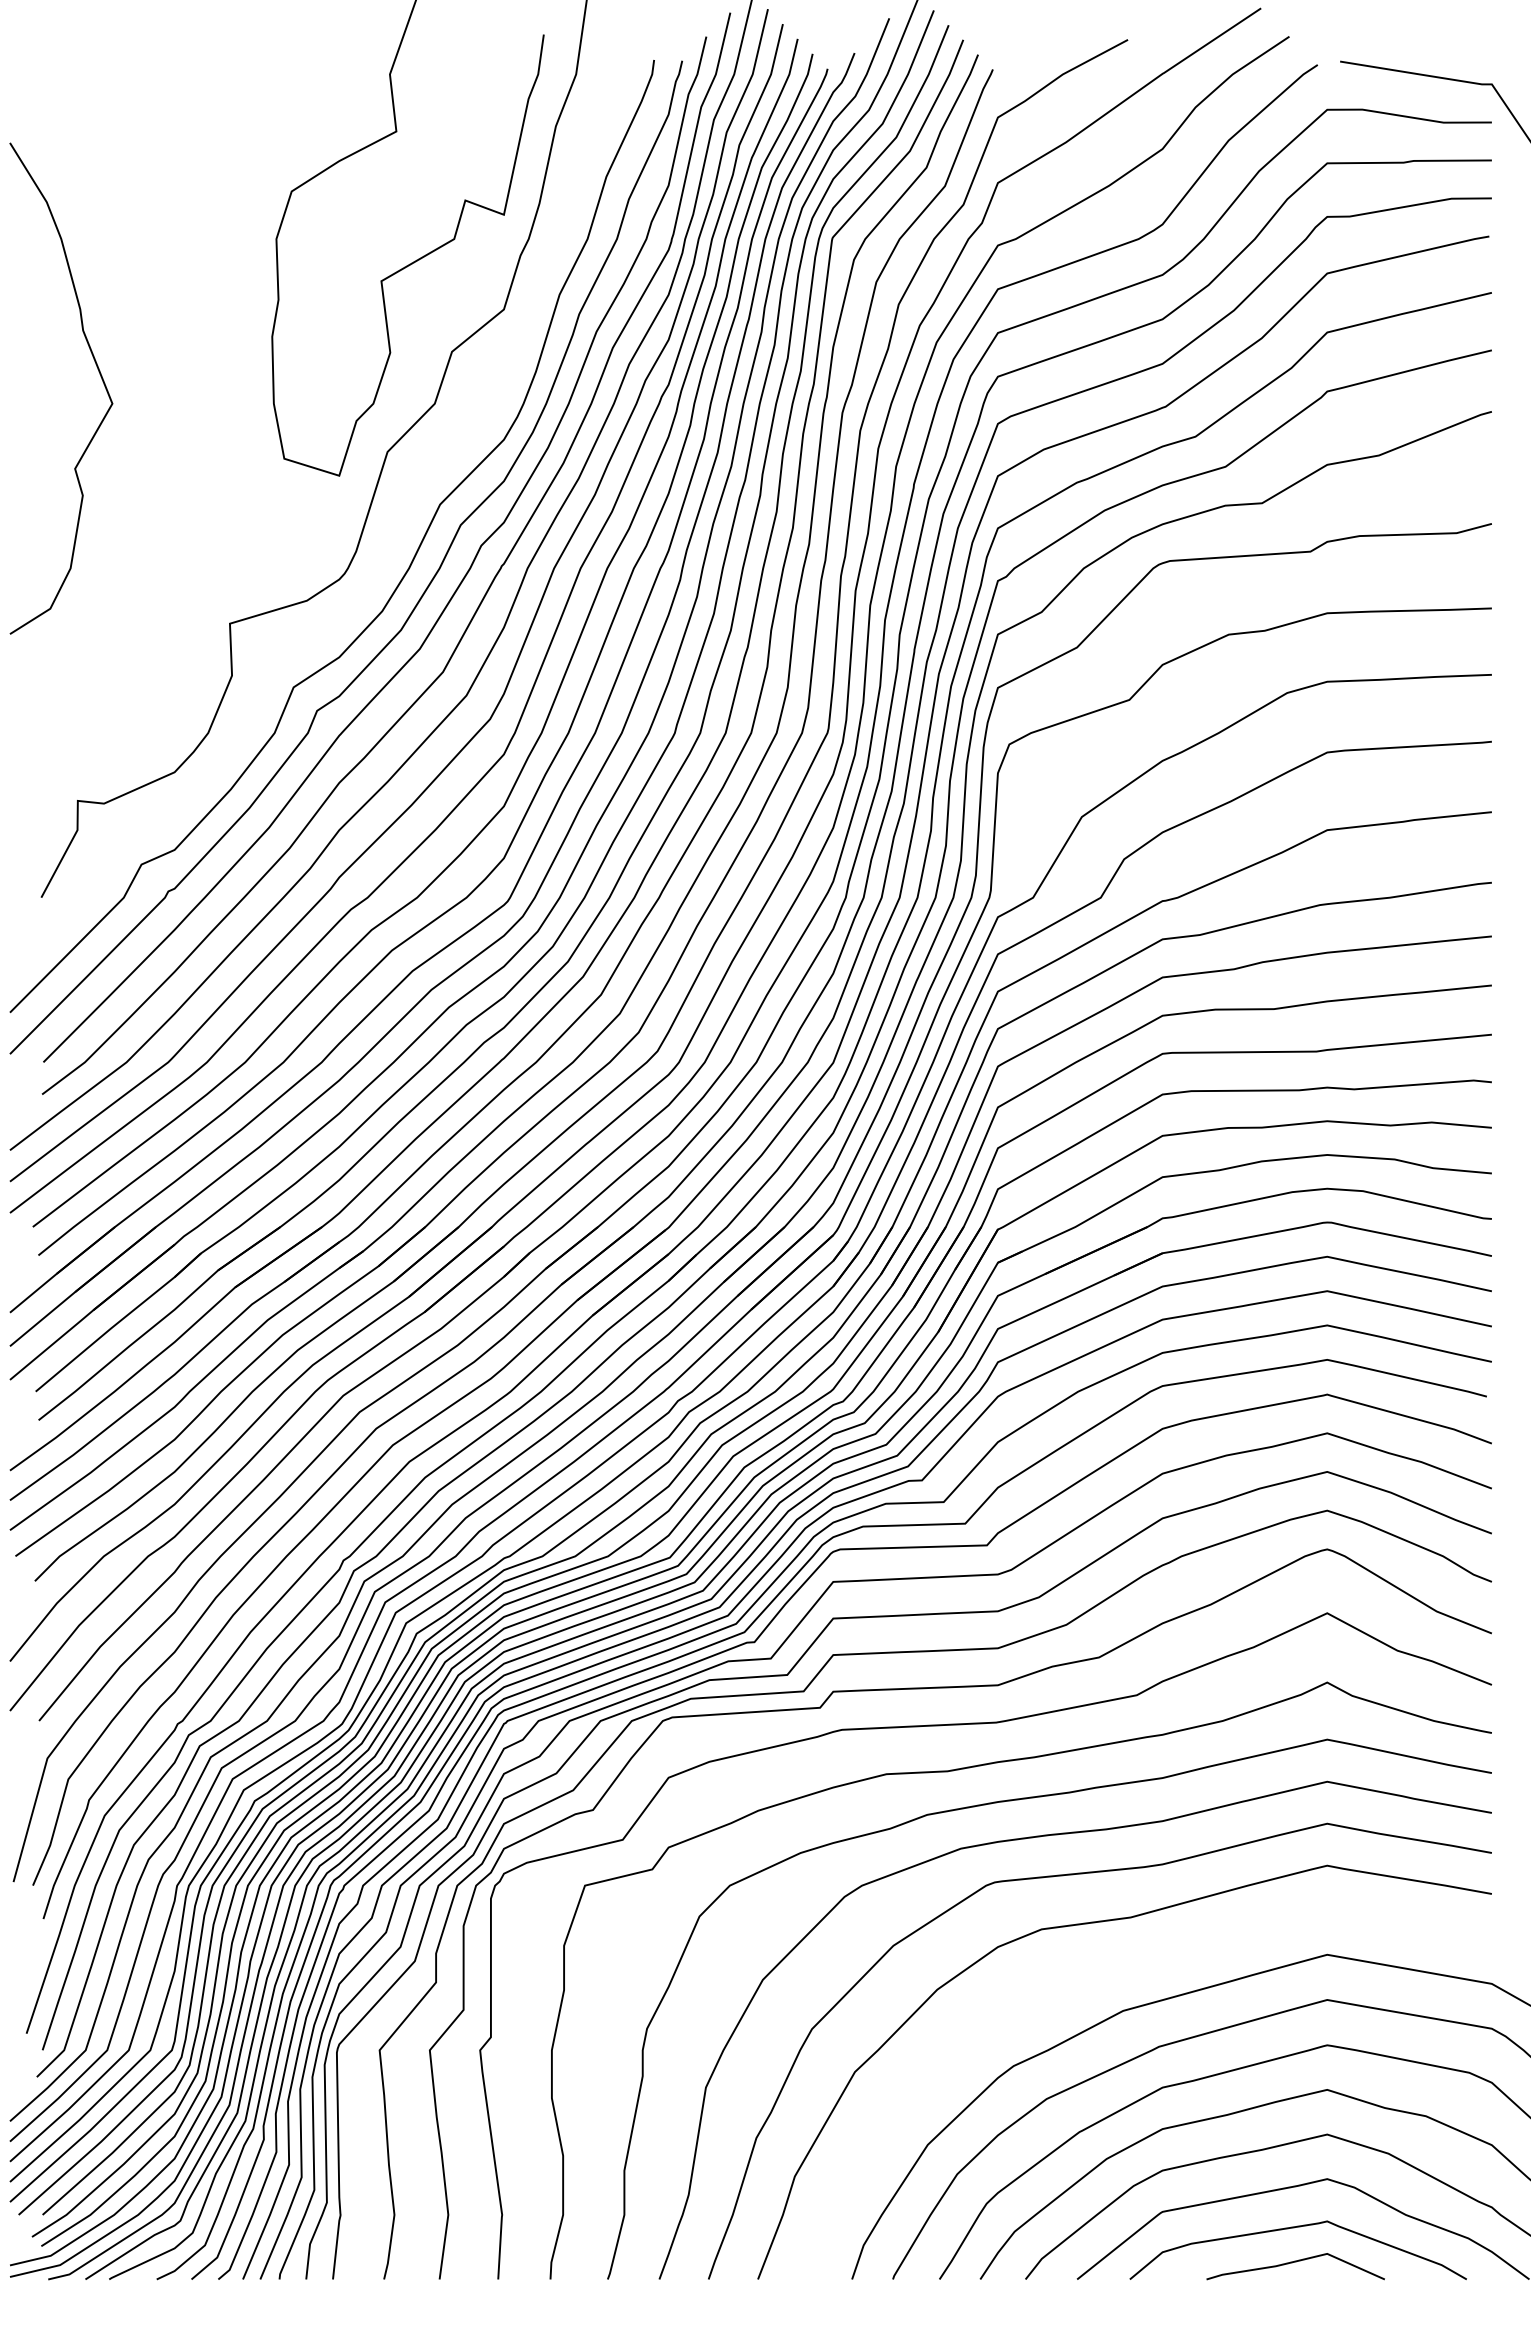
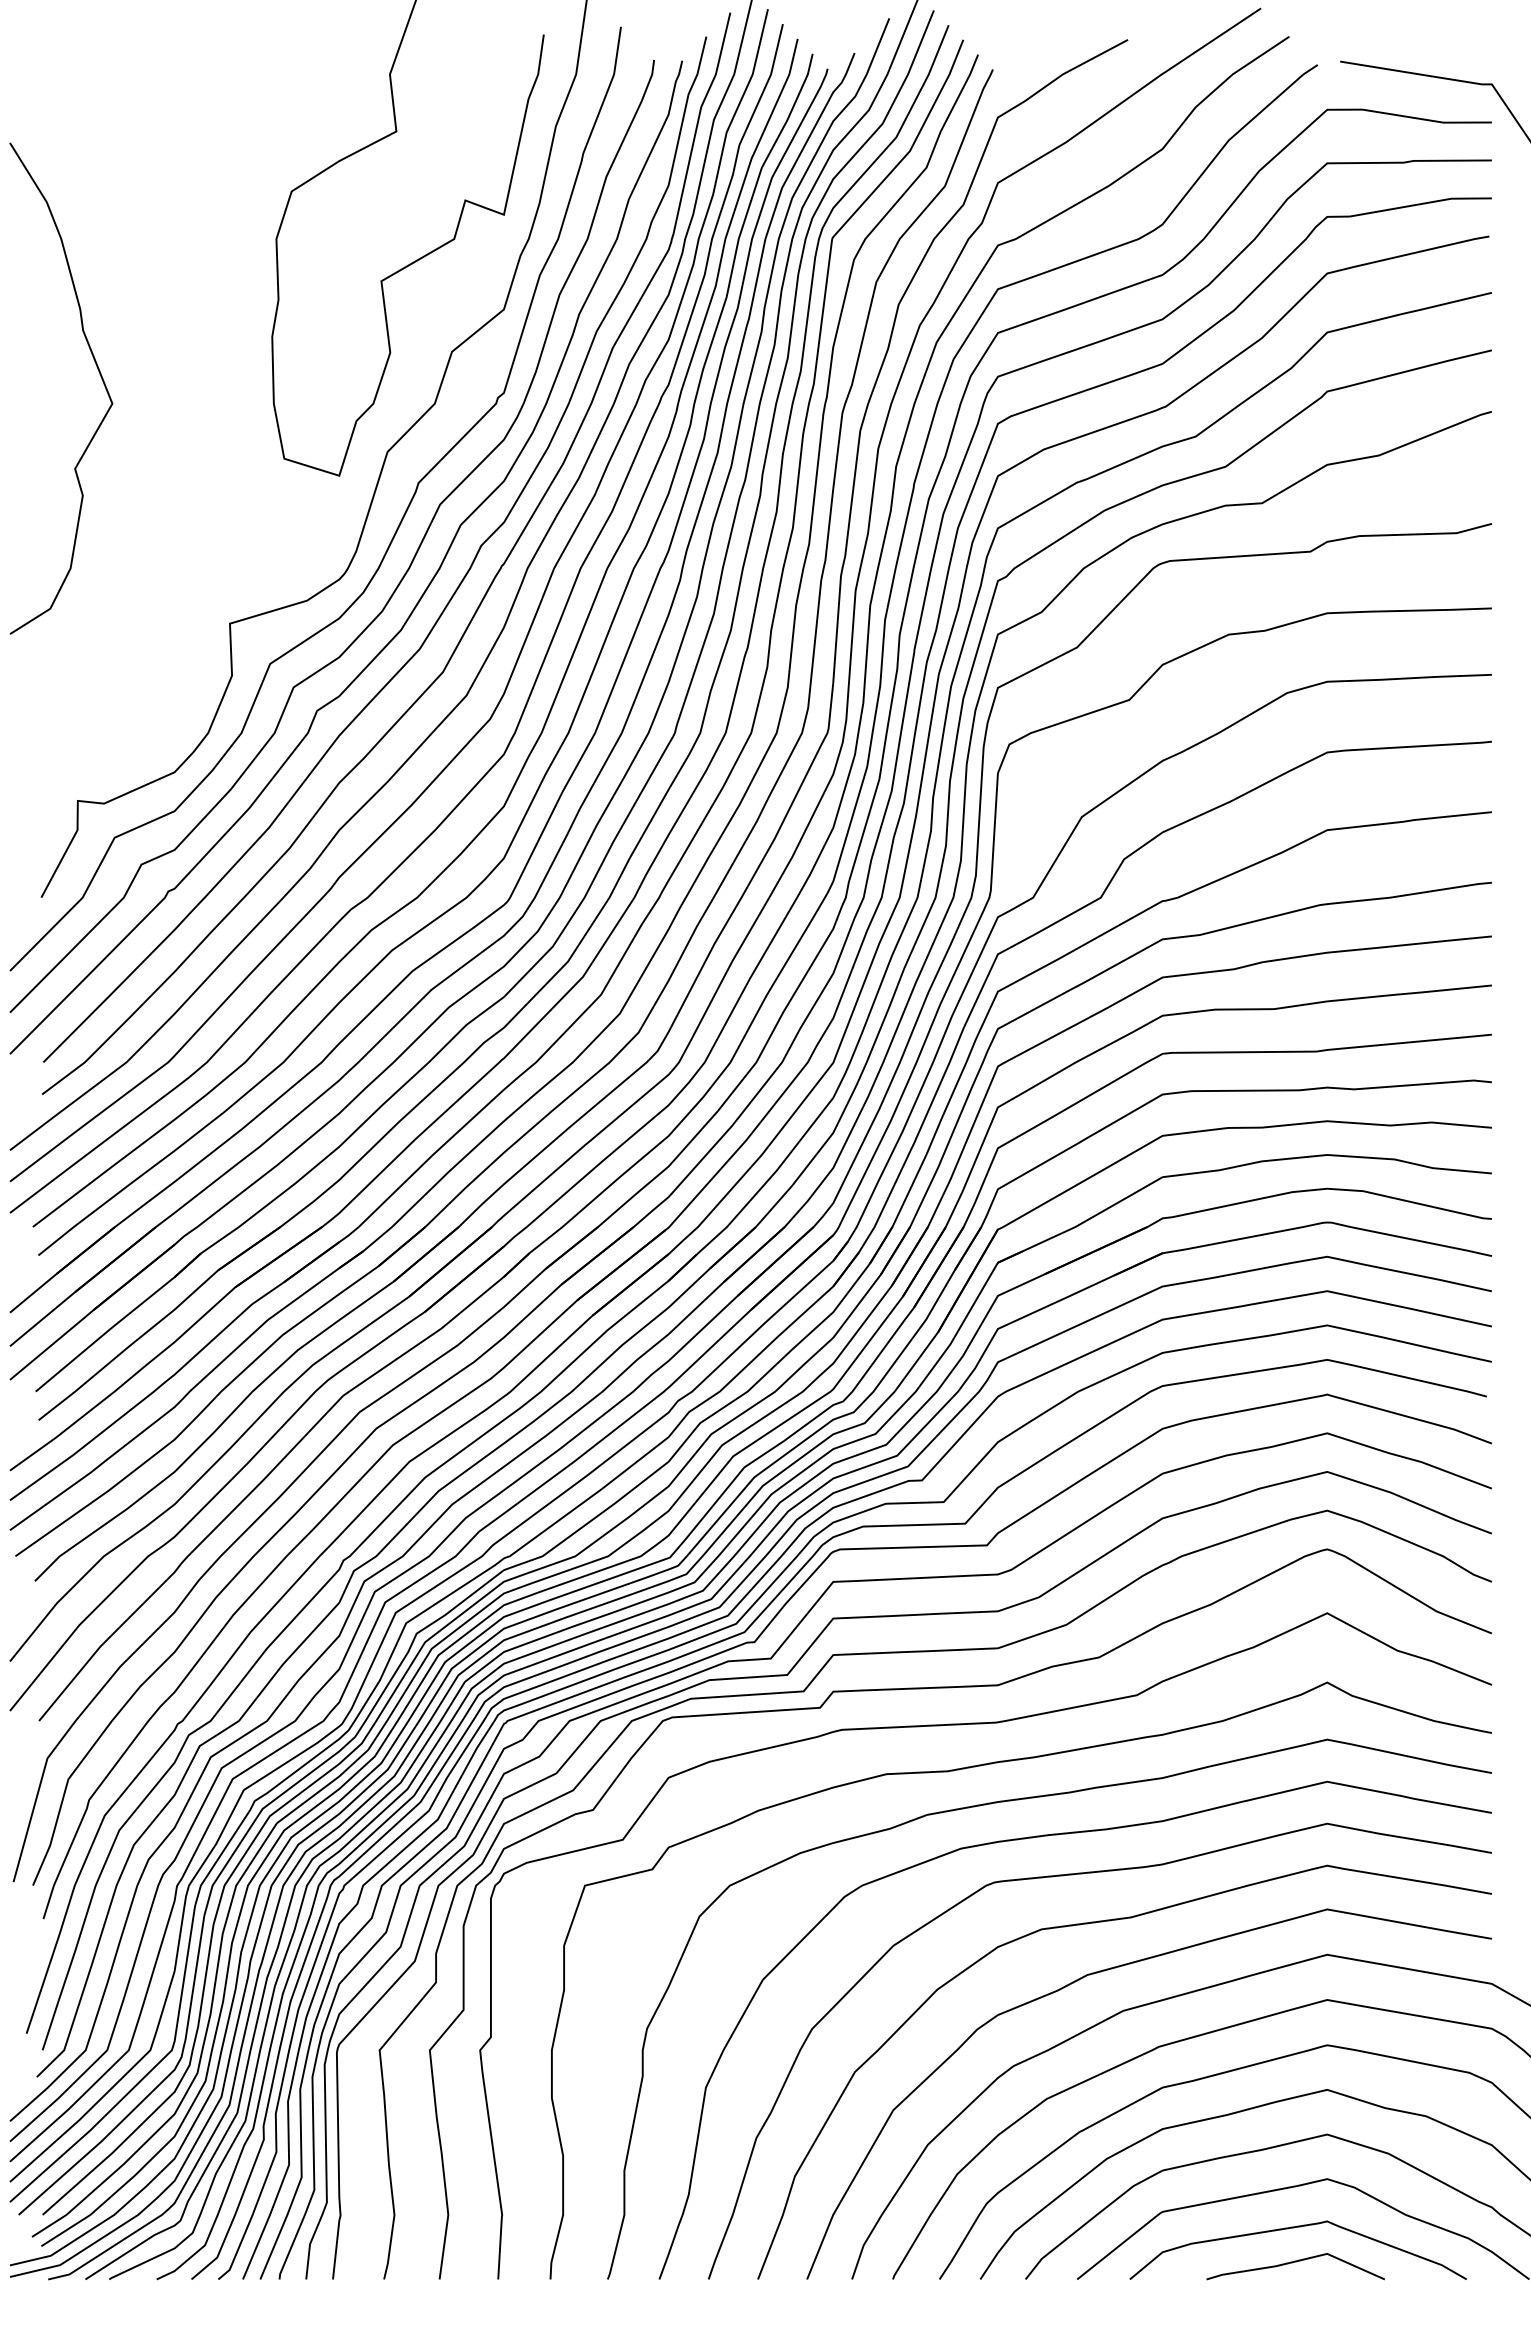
curve at (392, 537): none -> present
curve at (1112, 1969): none -> present
